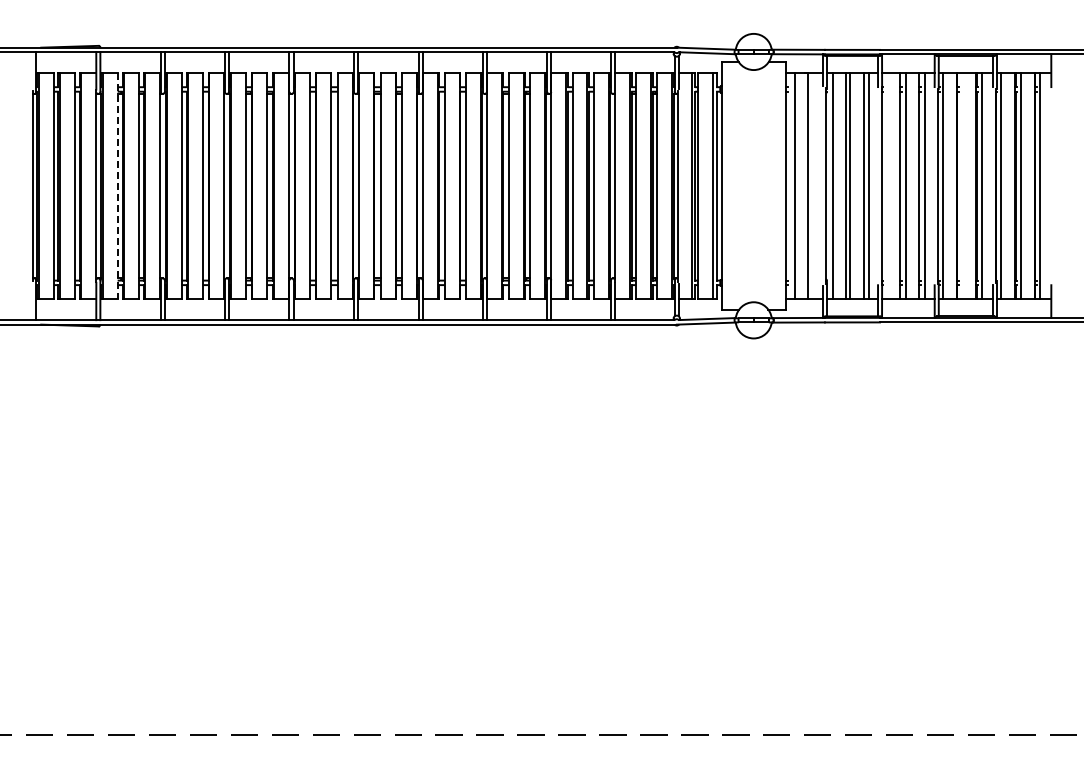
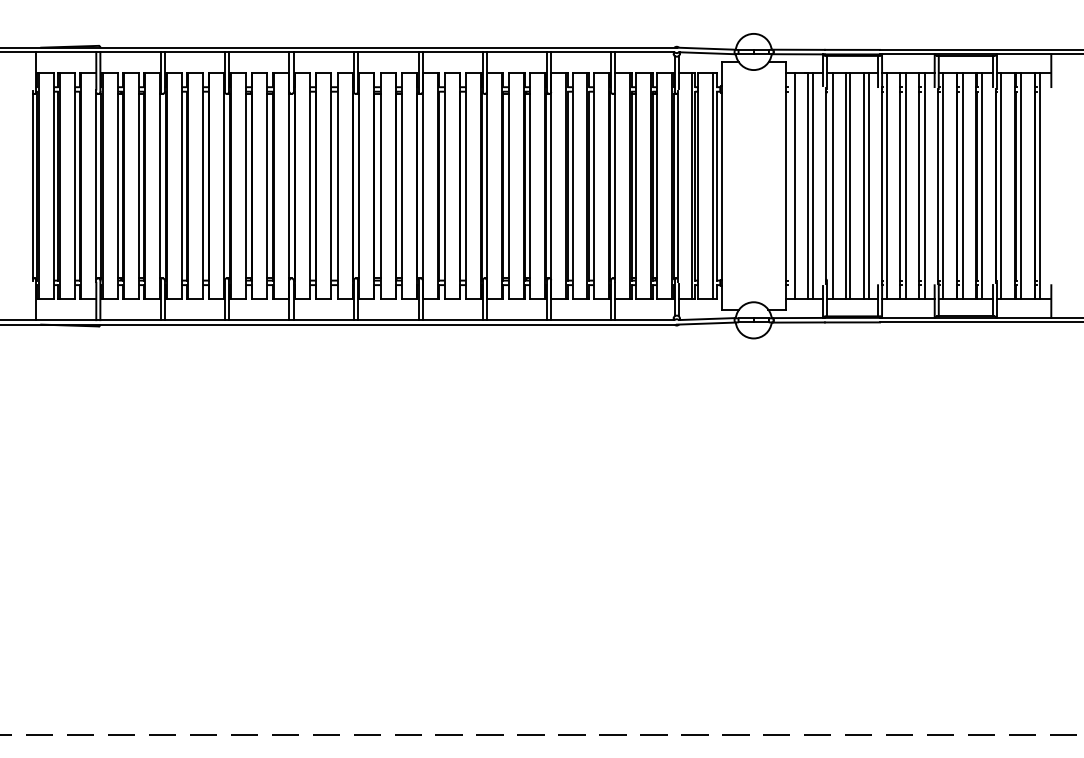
line at (117, 186): dashed -> solid
line at (812, 186): none -> present
line at (886, 186): none -> present
line at (962, 186): none -> present
